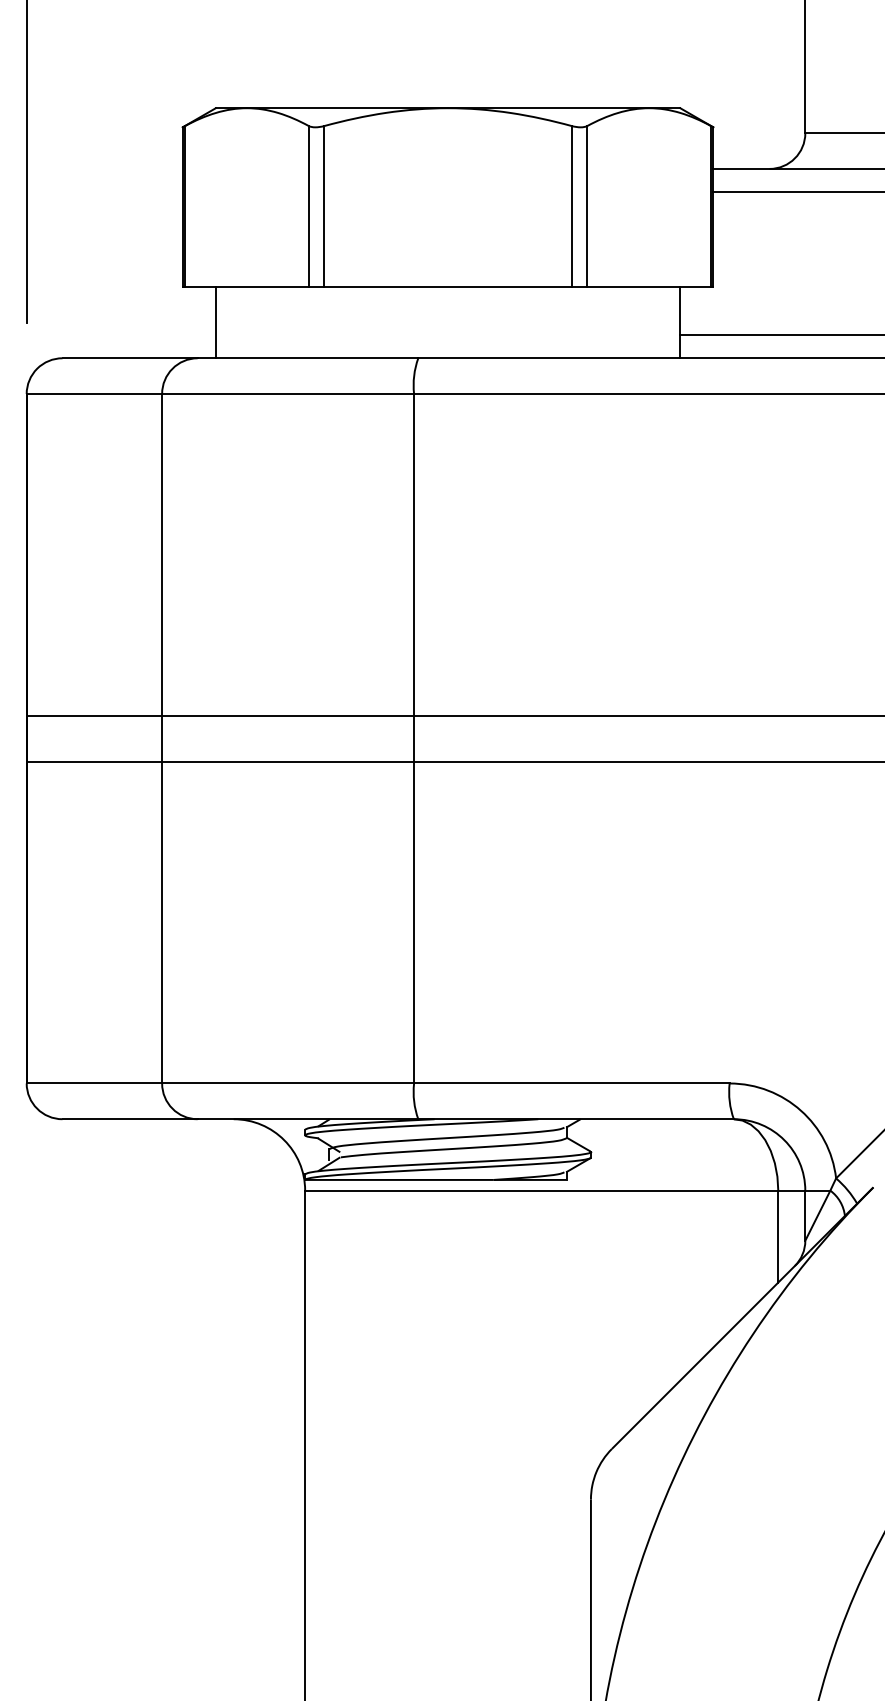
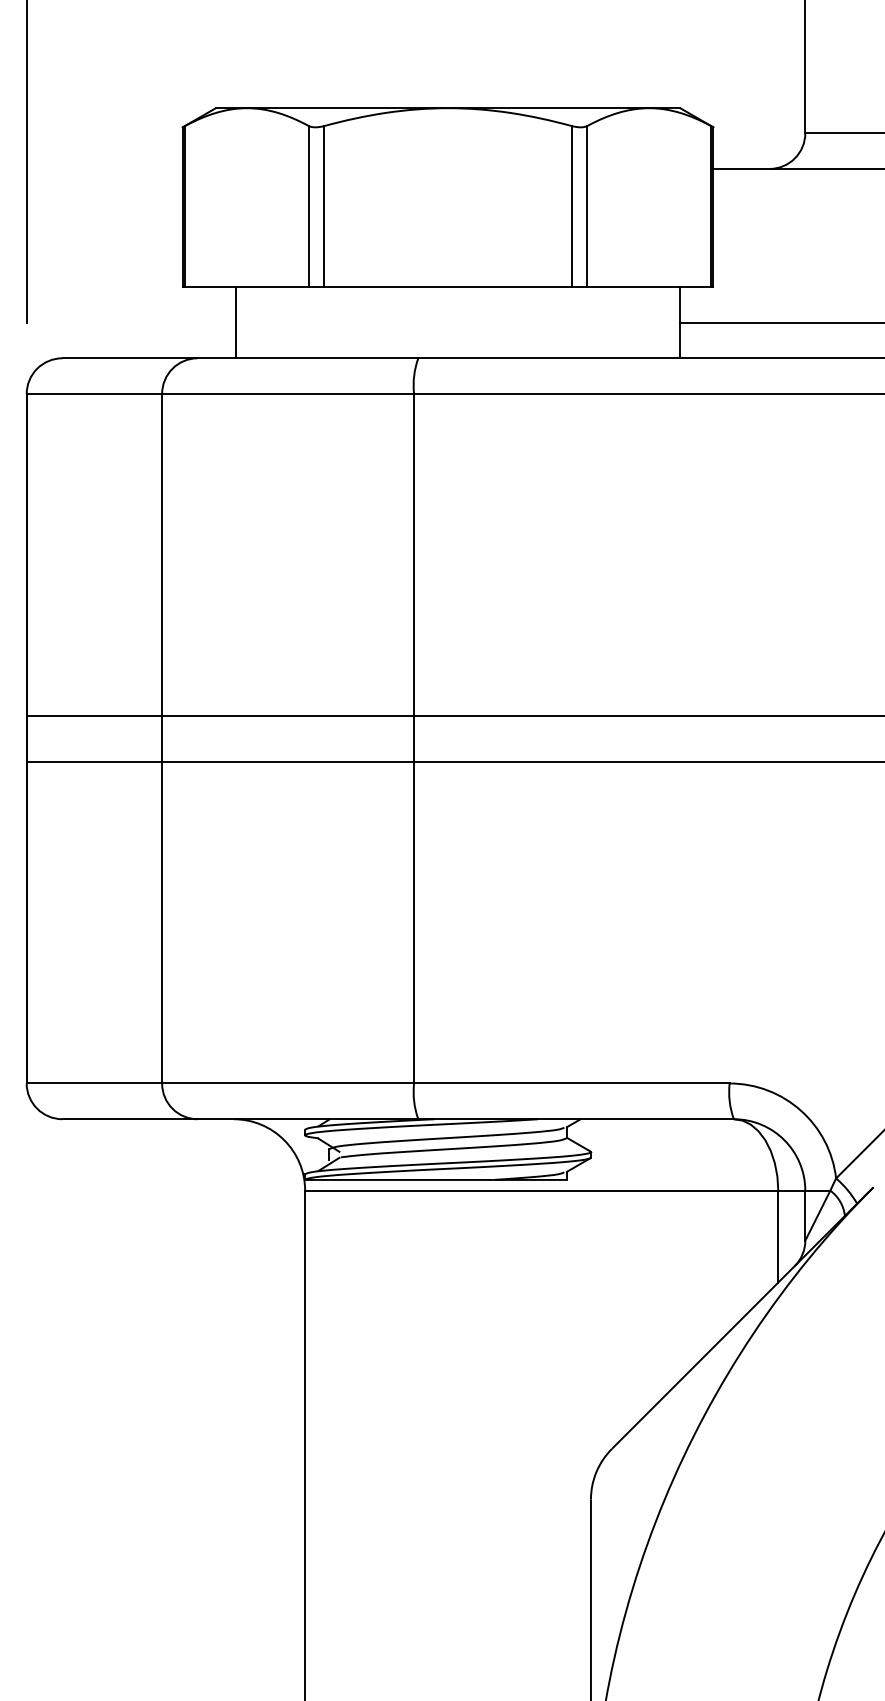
line at (797, 192): present -> none
line at (215, 322) position: (215, 322) -> (235, 322)
line at (780, 335) position: (780, 335) -> (780, 323)
